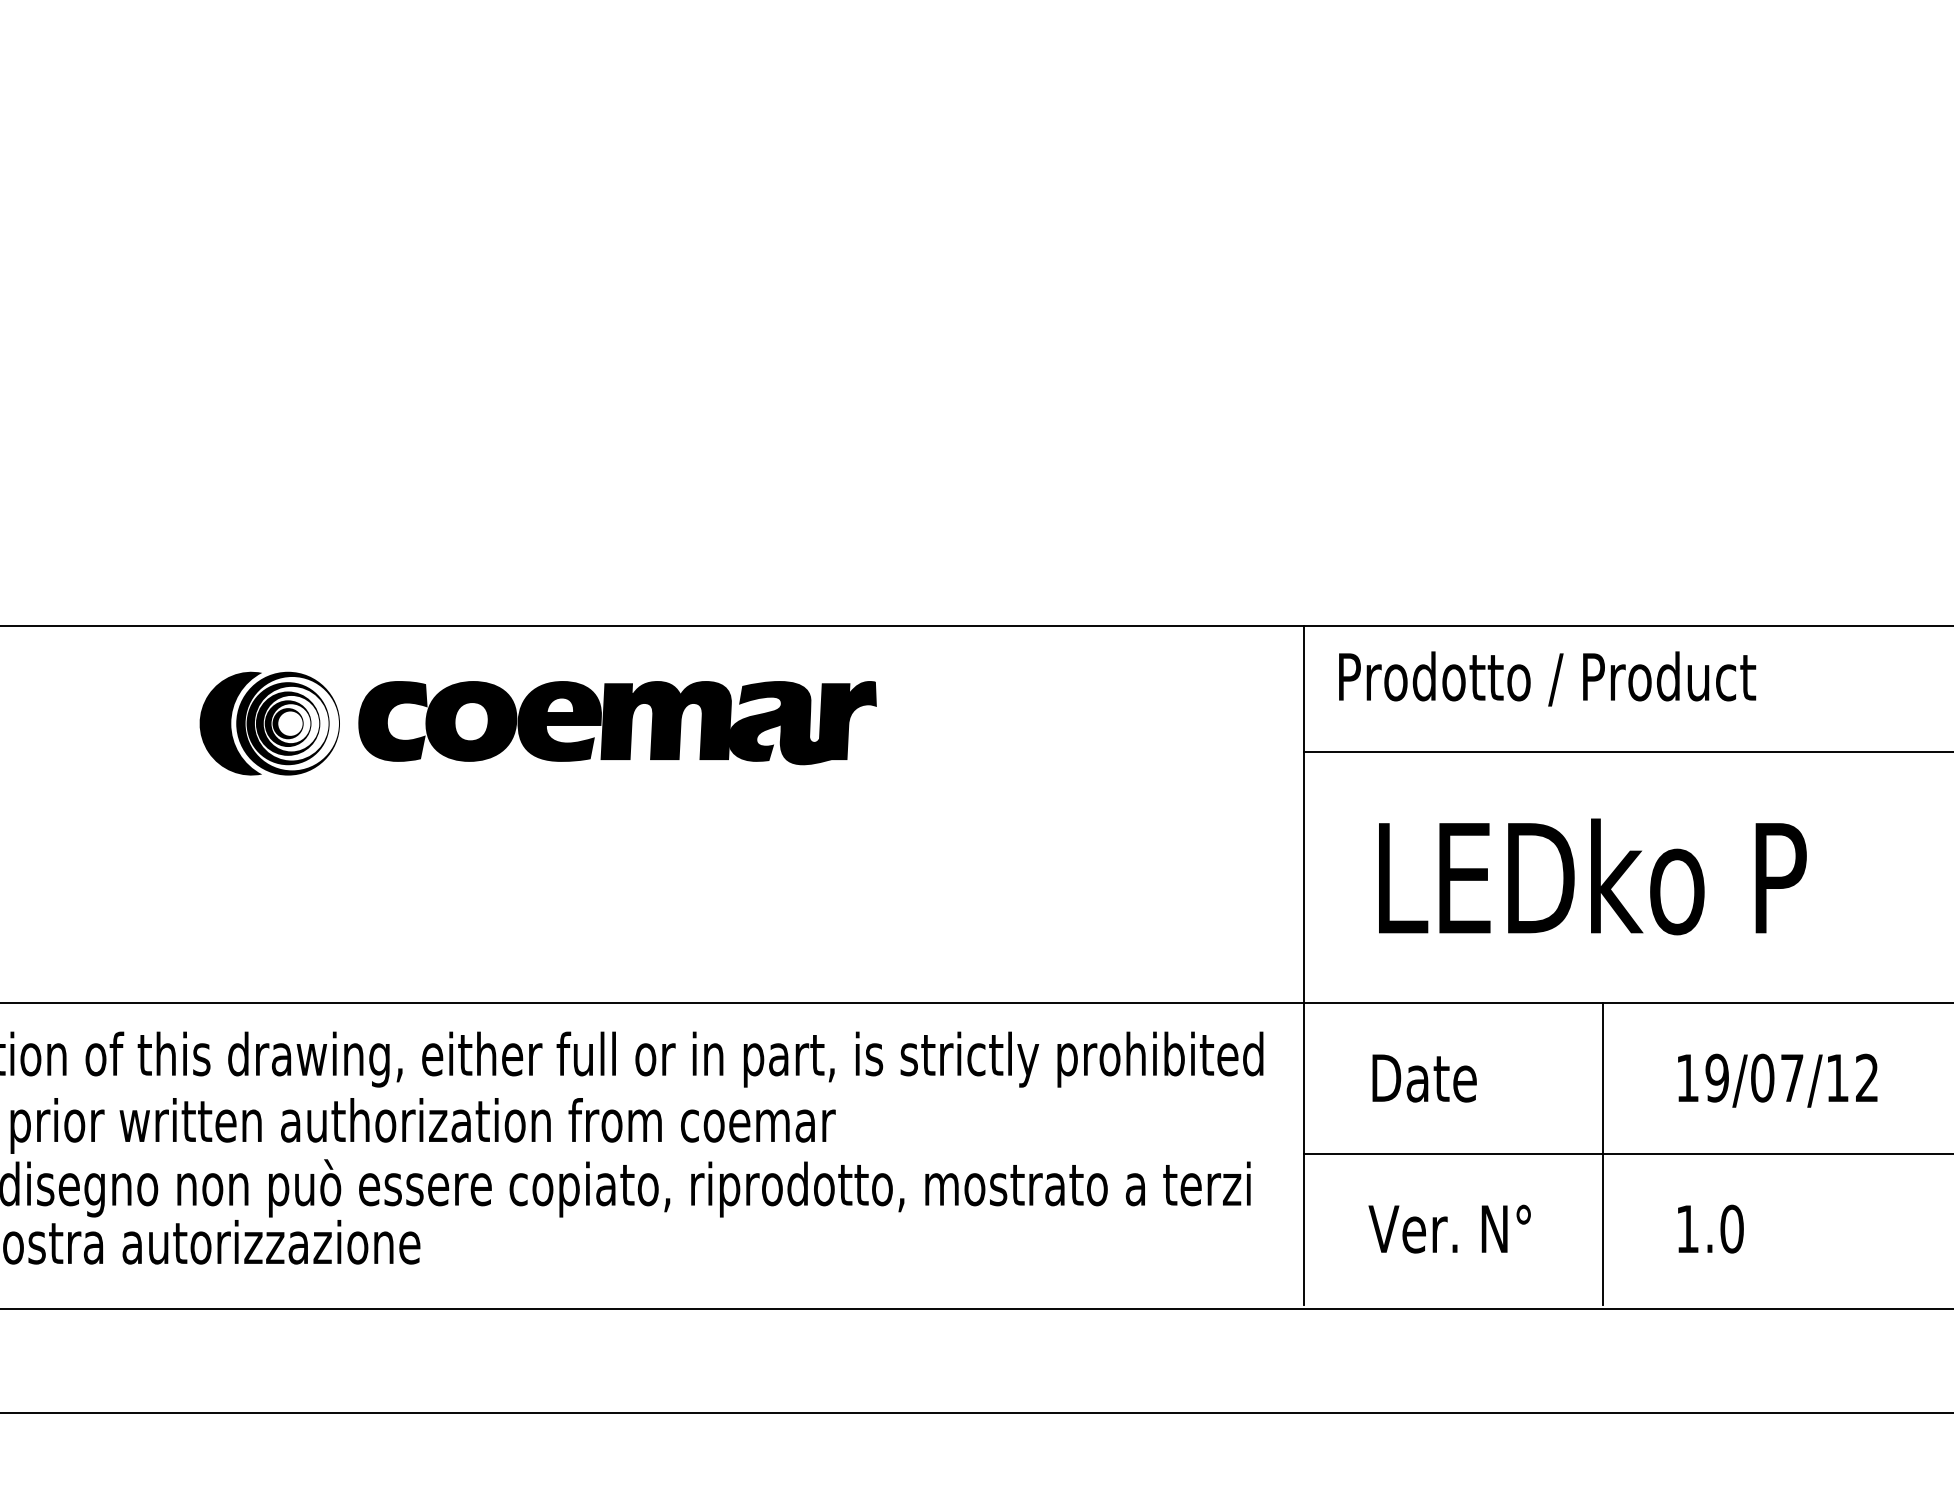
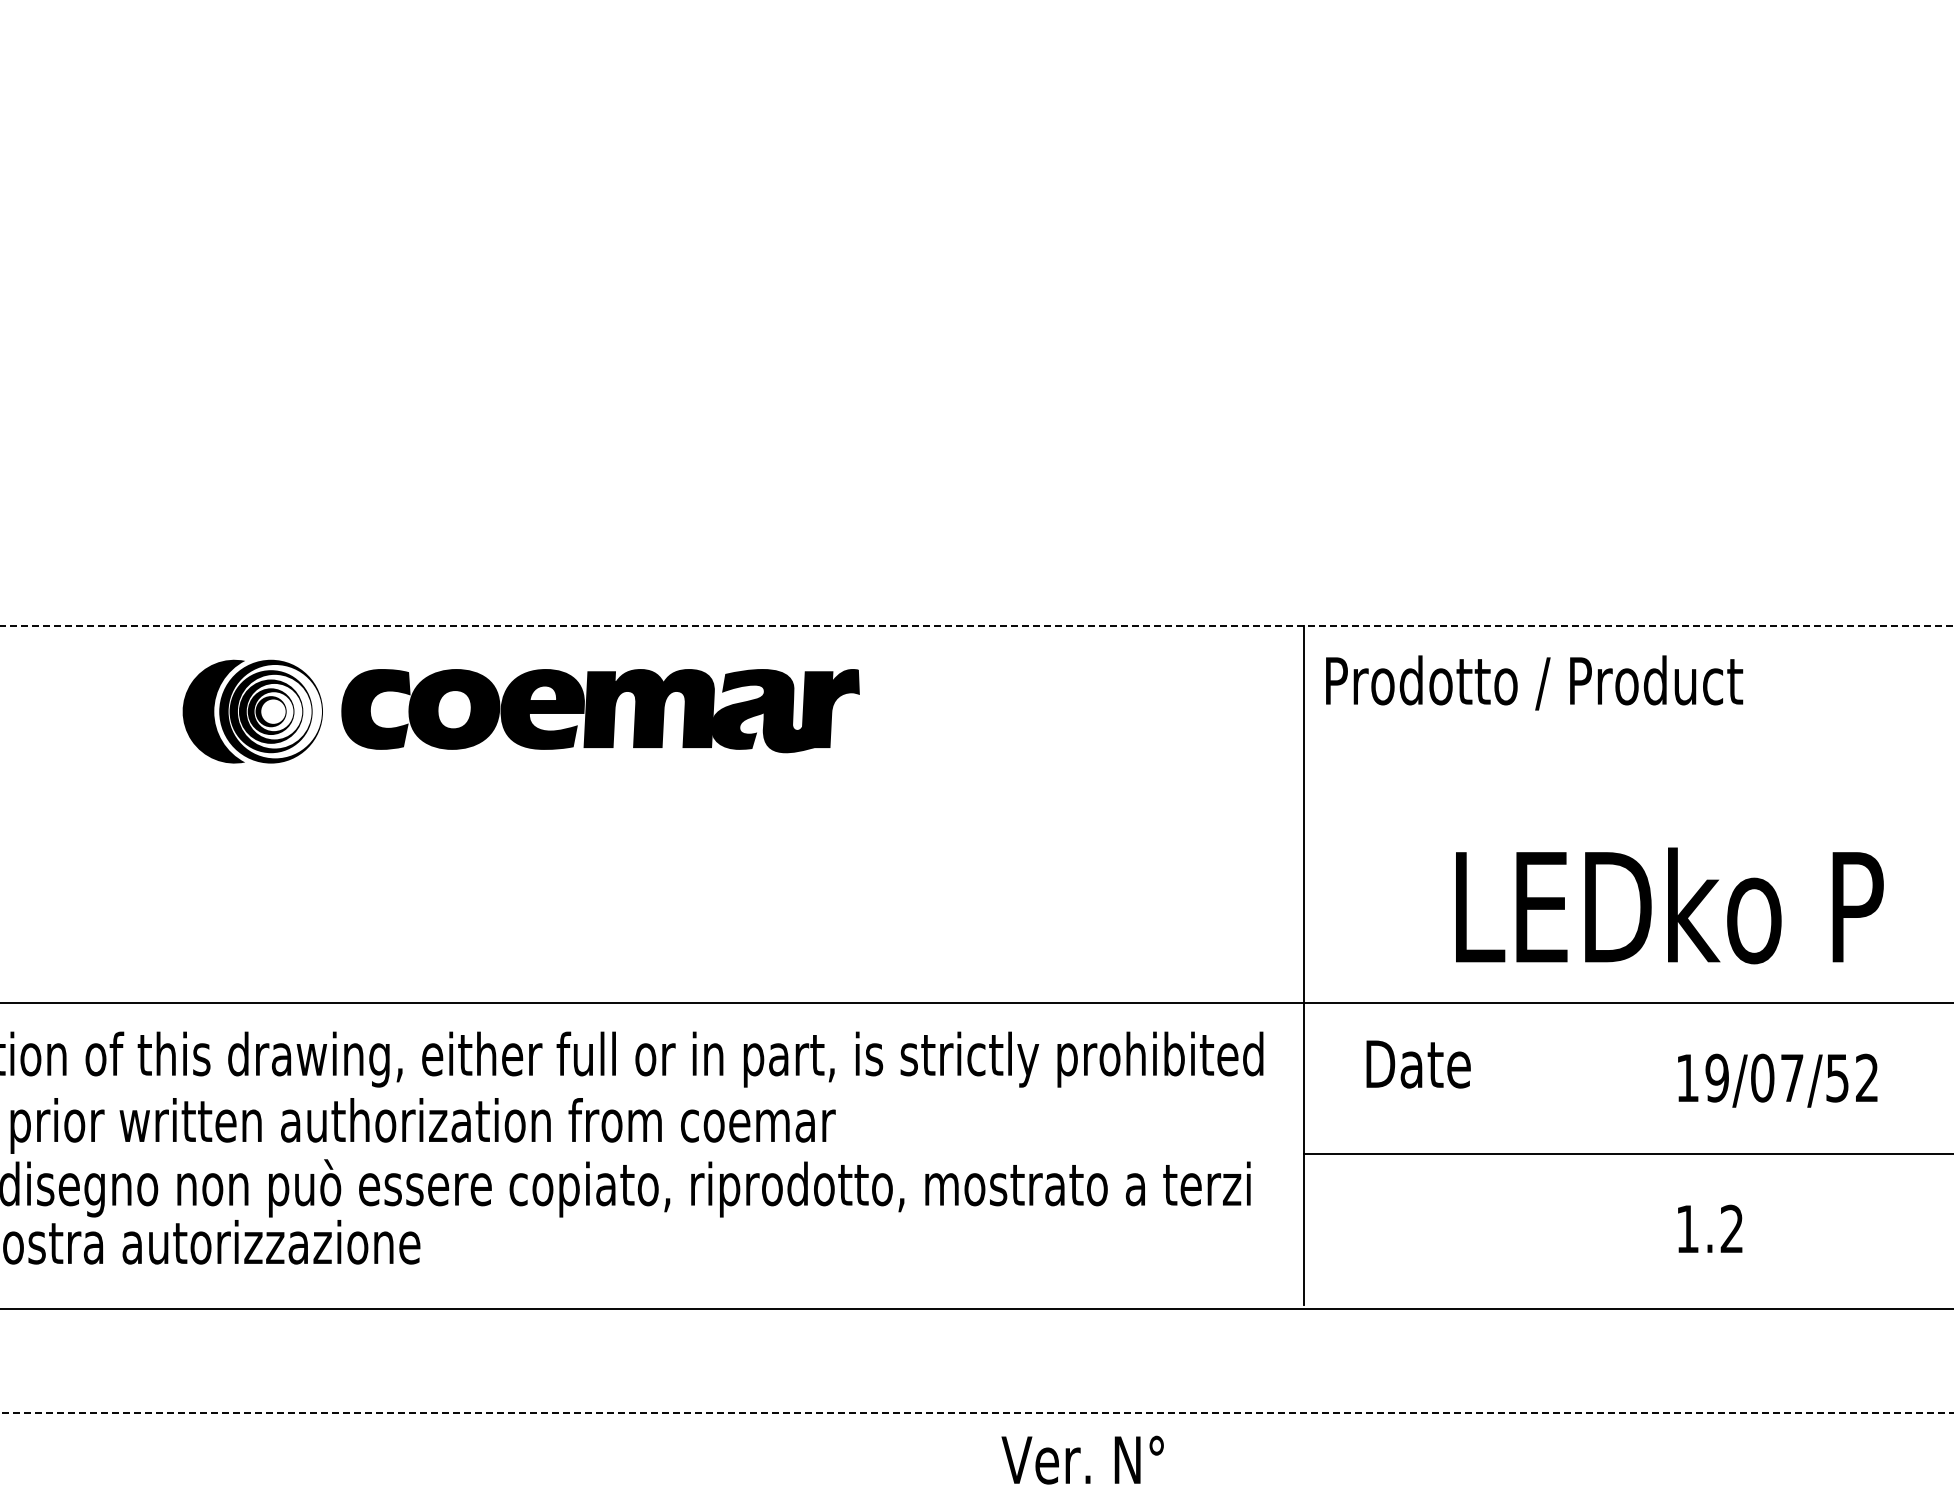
line at (976, 625): solid -> dashed
text at (1547, 678) position: (1547, 678) -> (1534, 682)
part at (537, 723) position: (537, 723) -> (520, 711)
line at (1627, 751): present -> none
text at (1592, 876) position: (1592, 876) -> (1669, 905)
text at (1424, 1078) position: (1424, 1078) -> (1418, 1064)
text at (1837, 1078): 19/07/12 -> 19/07/52
line at (1602, 1154): present -> none
text at (1449, 1228) position: (1449, 1228) -> (1082, 1459)
text at (1731, 1228): 1.0 -> 1.2
line at (977, 1413): solid -> dashed
